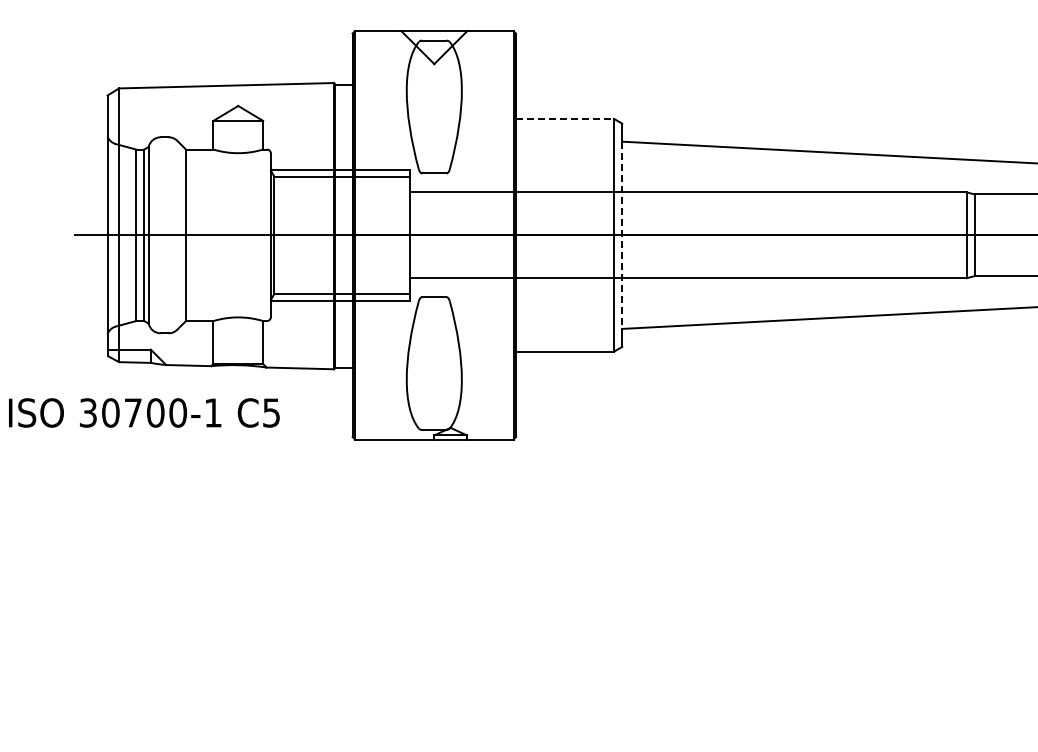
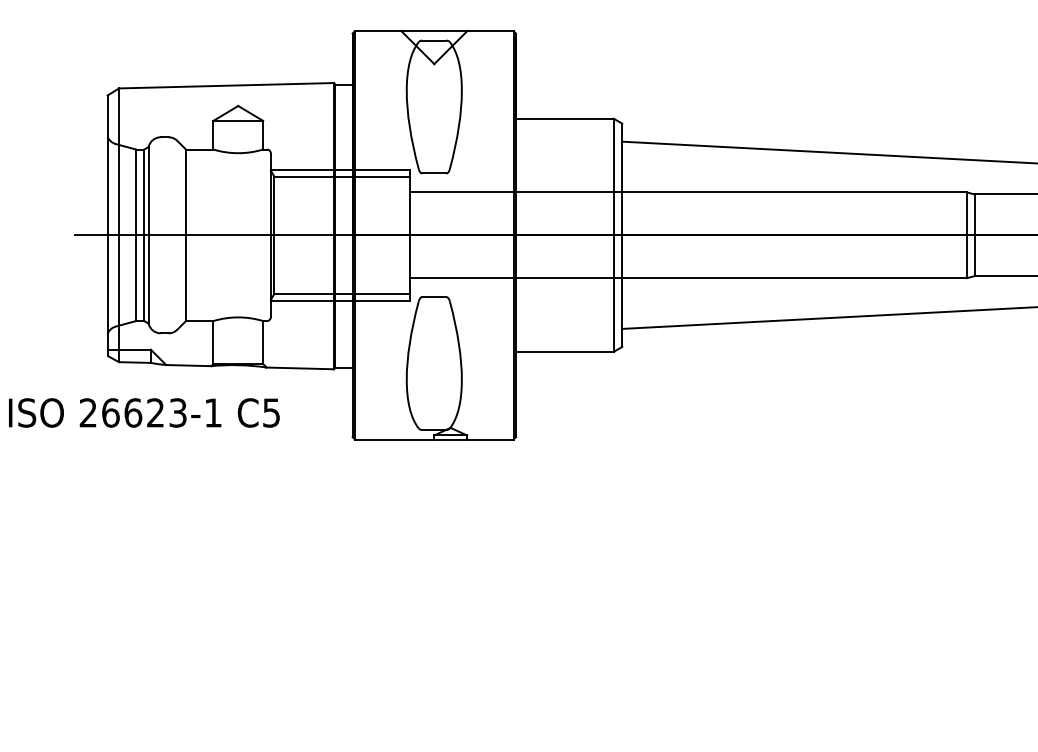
line at (565, 118): dashed -> solid
line at (622, 235): dashed -> solid
text at (133, 412): 30700-1 -> 26623-1
